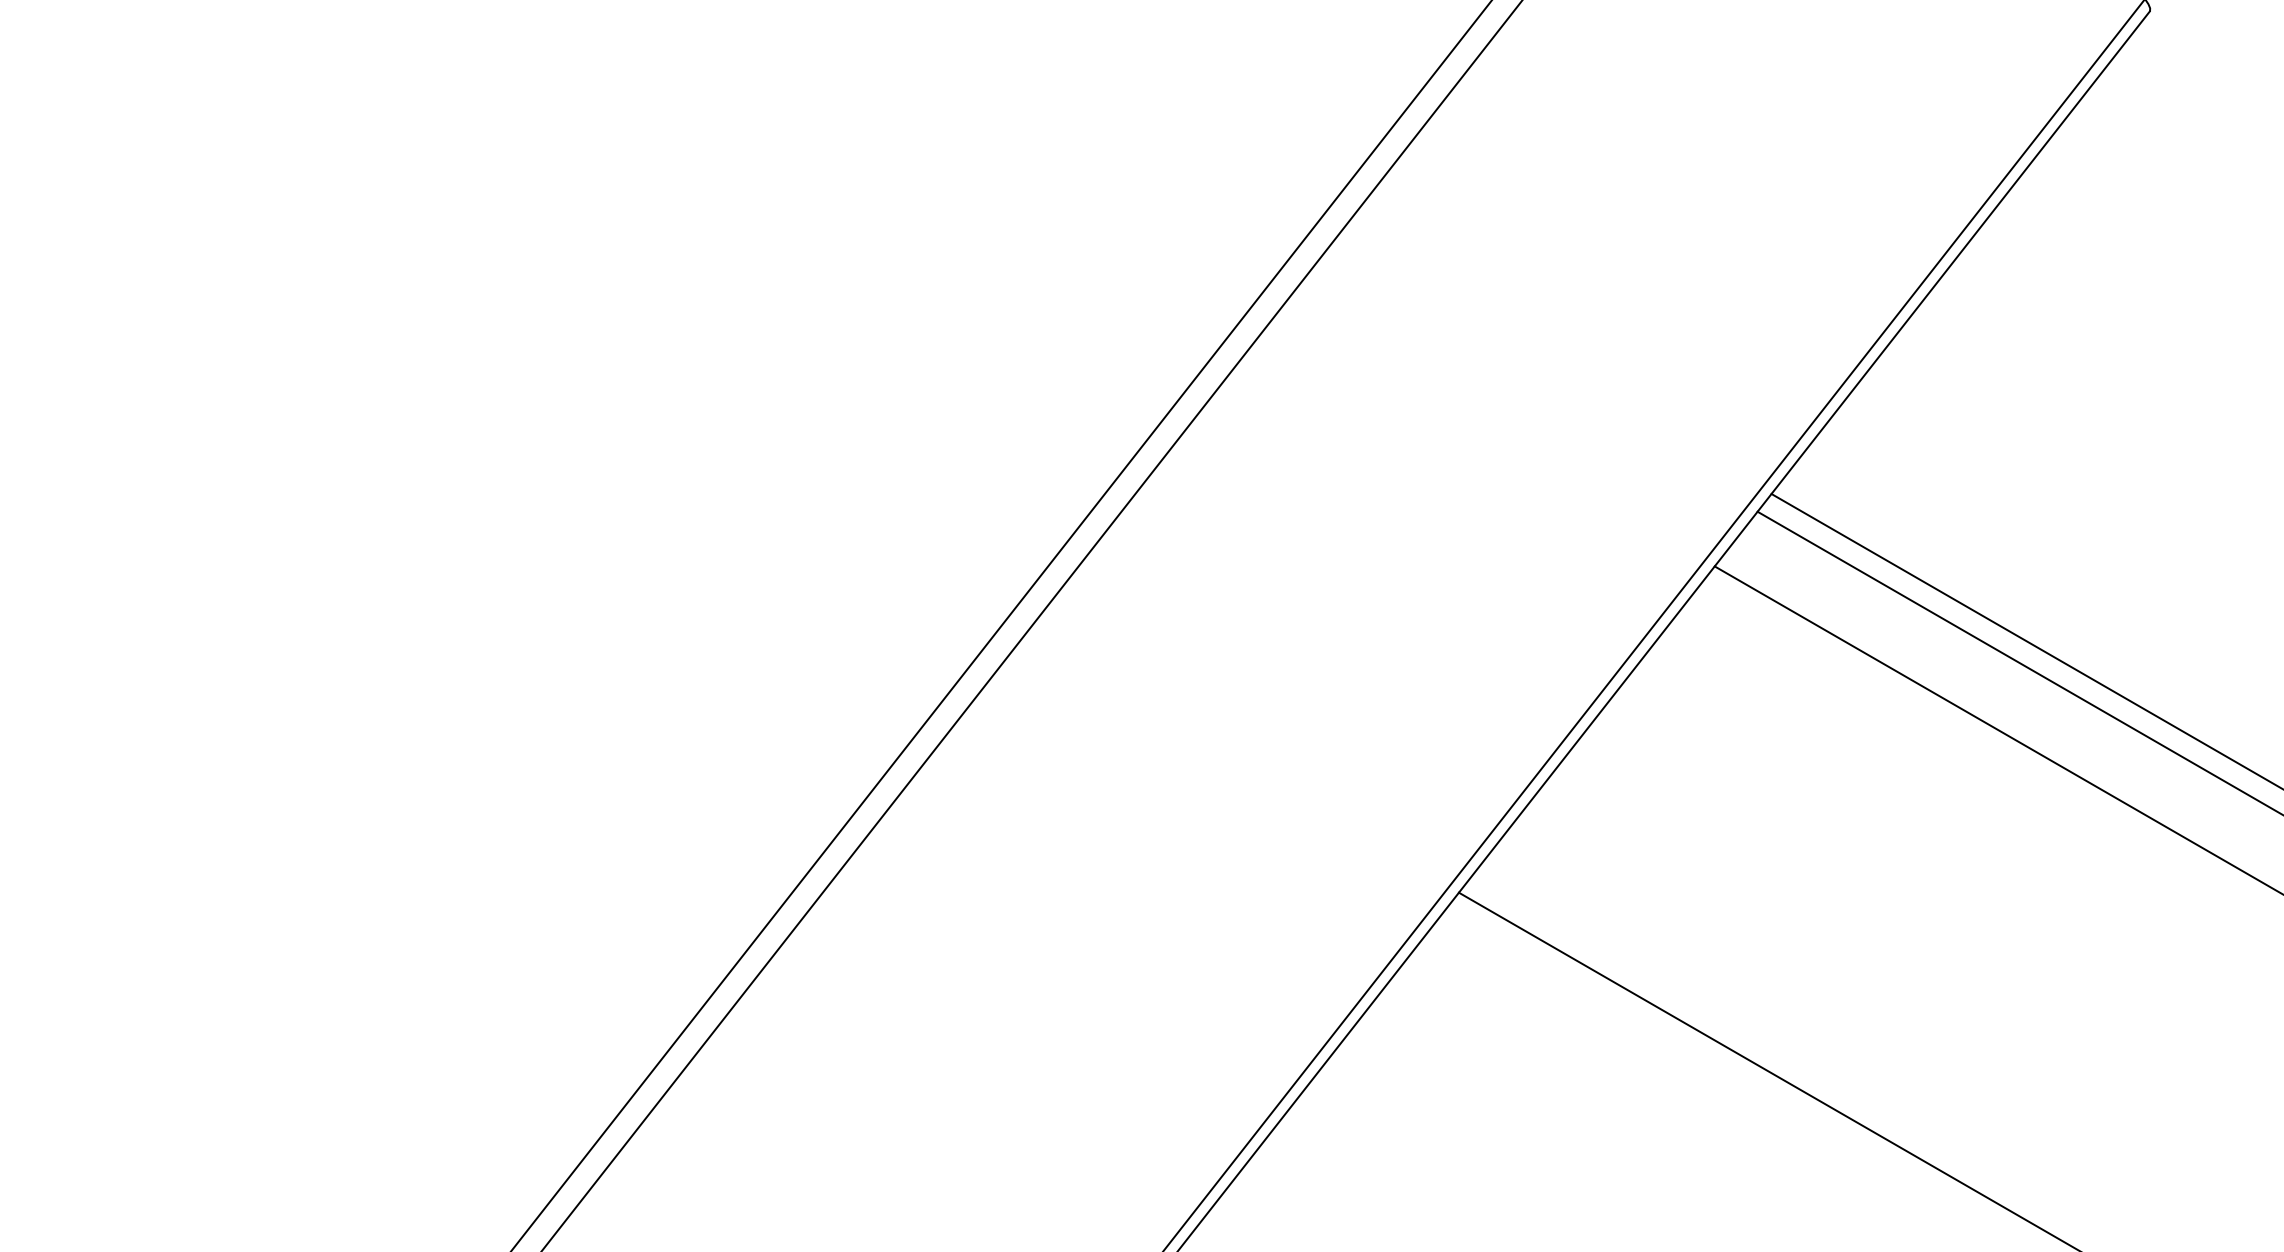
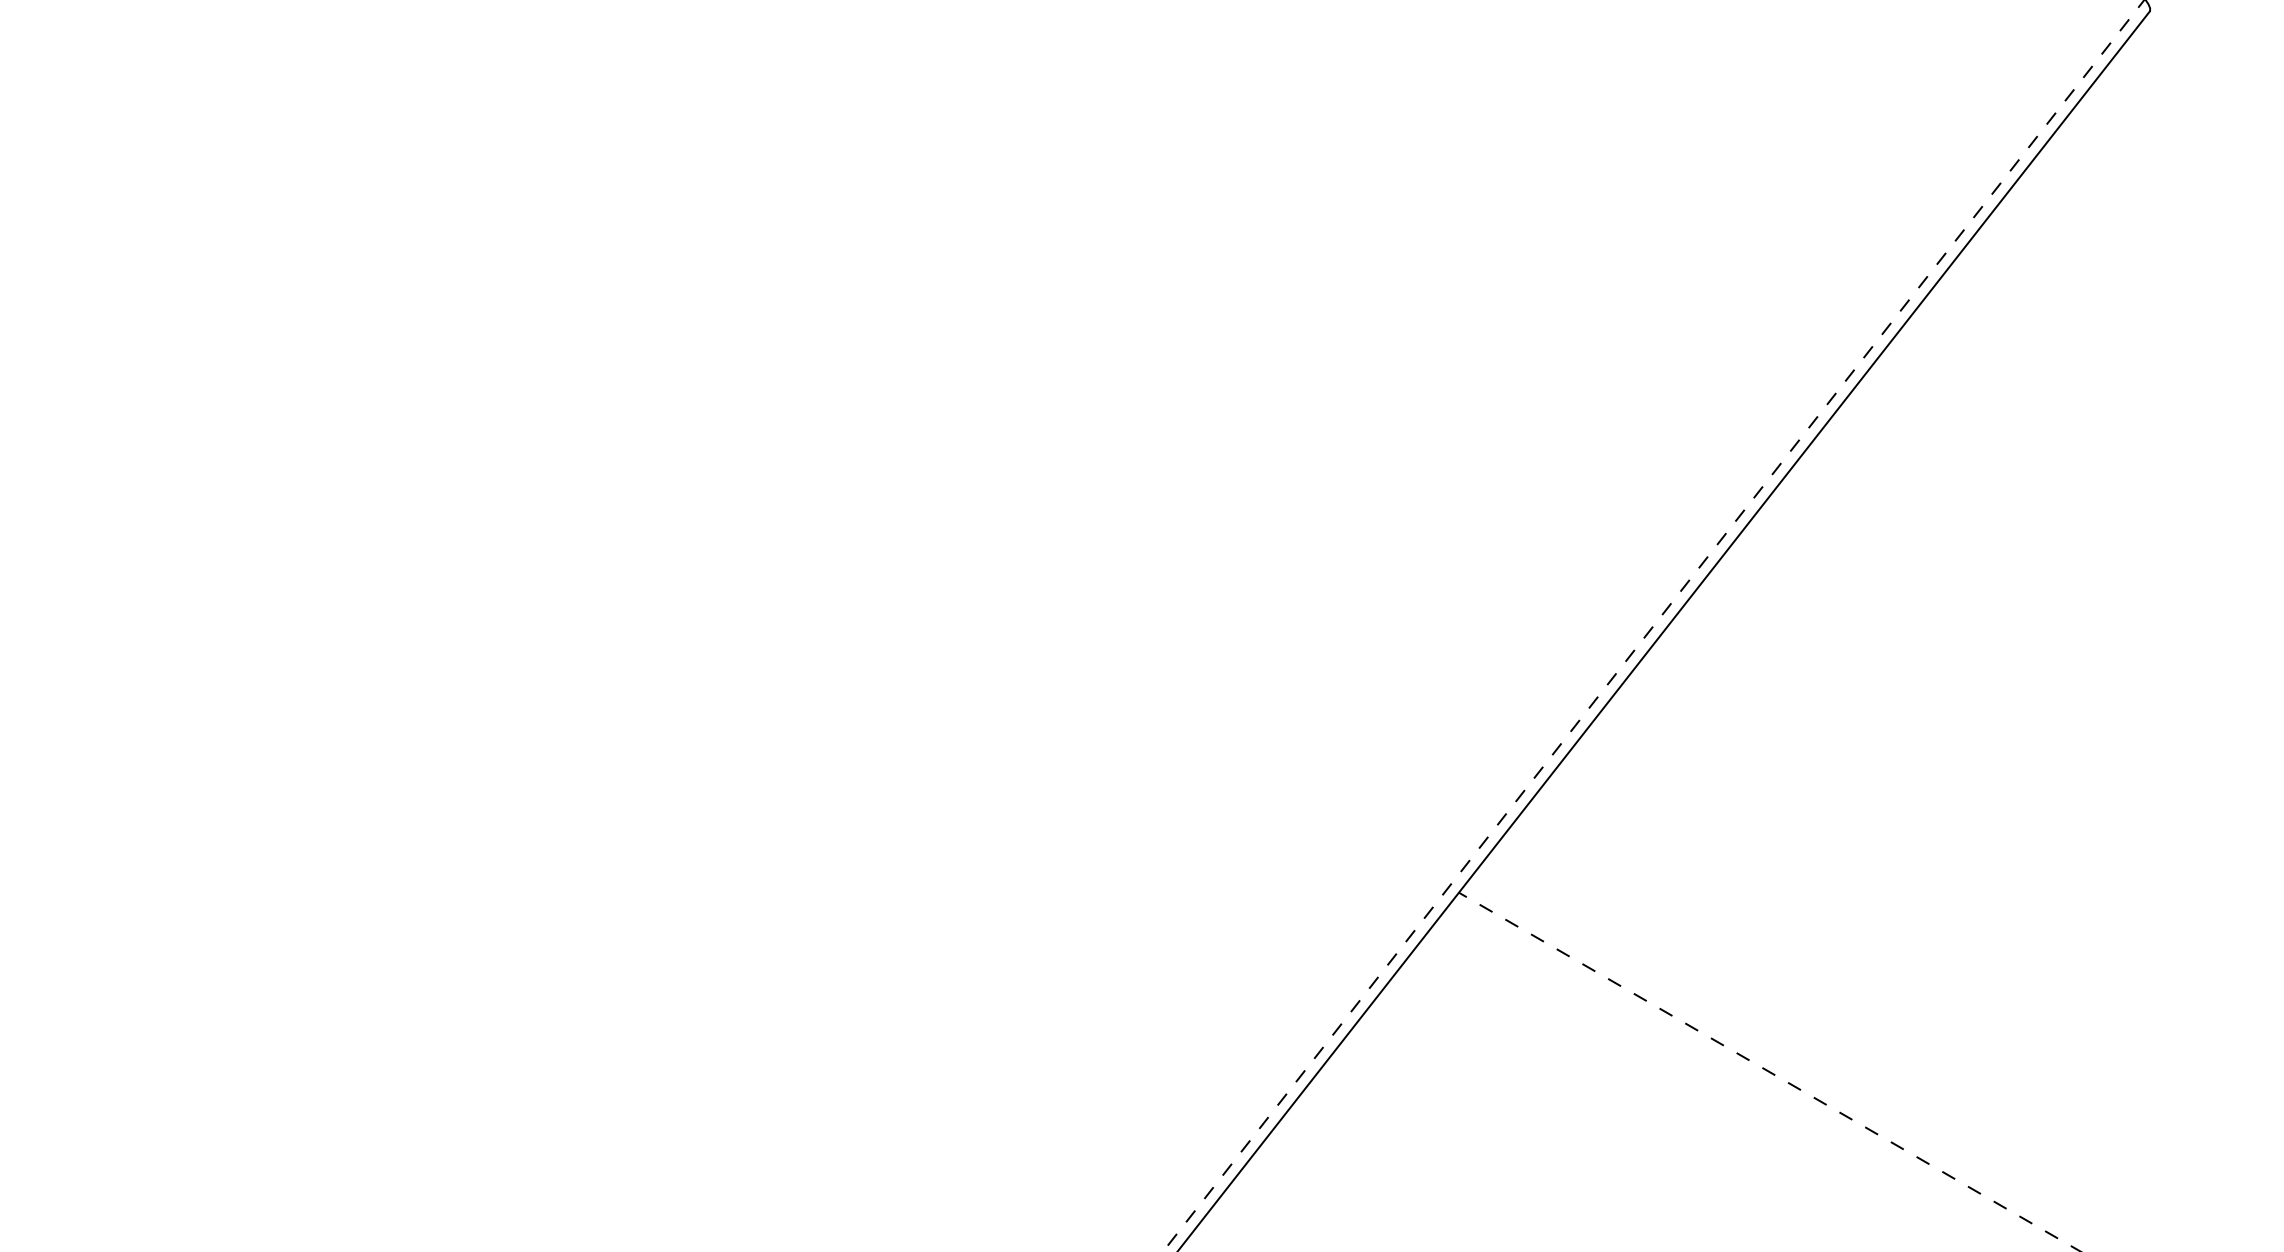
line at (1001, 625): present -> none
line at (1032, 625): present -> none
line at (1653, 626): solid -> dashed
line at (2025, 640): present -> none
line at (2018, 662): present -> none
line at (1997, 729): present -> none
line at (1769, 1072): solid -> dashed
